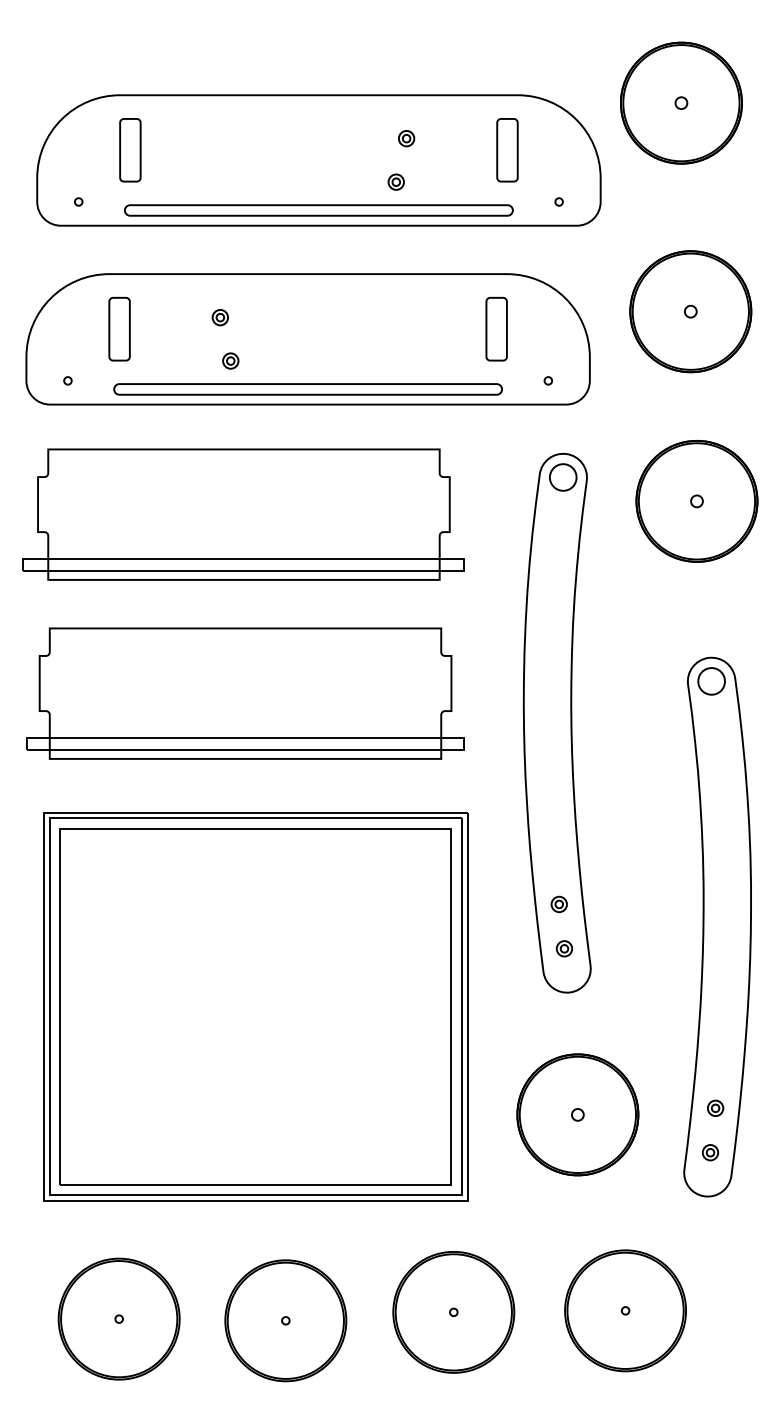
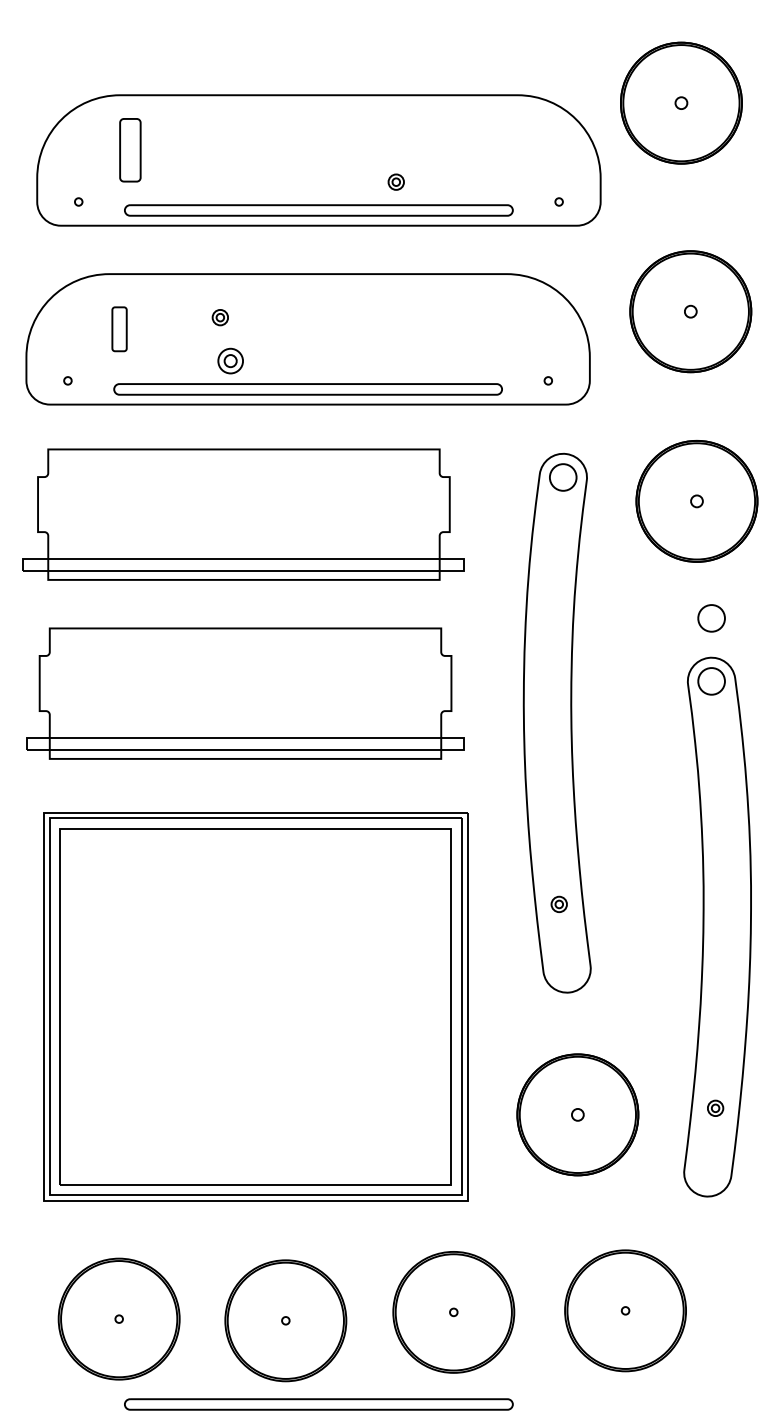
part at (406, 138): present -> none
part at (507, 150): present -> none
part at (119, 329) size: 23x65 px -> 17x47 px
part at (496, 329): present -> none
part at (230, 360) size: 18x18 px -> 27x28 px
part at (711, 618): none -> present
part at (563, 948): present -> none
part at (710, 1152): present -> none
part at (318, 1404): none -> present
